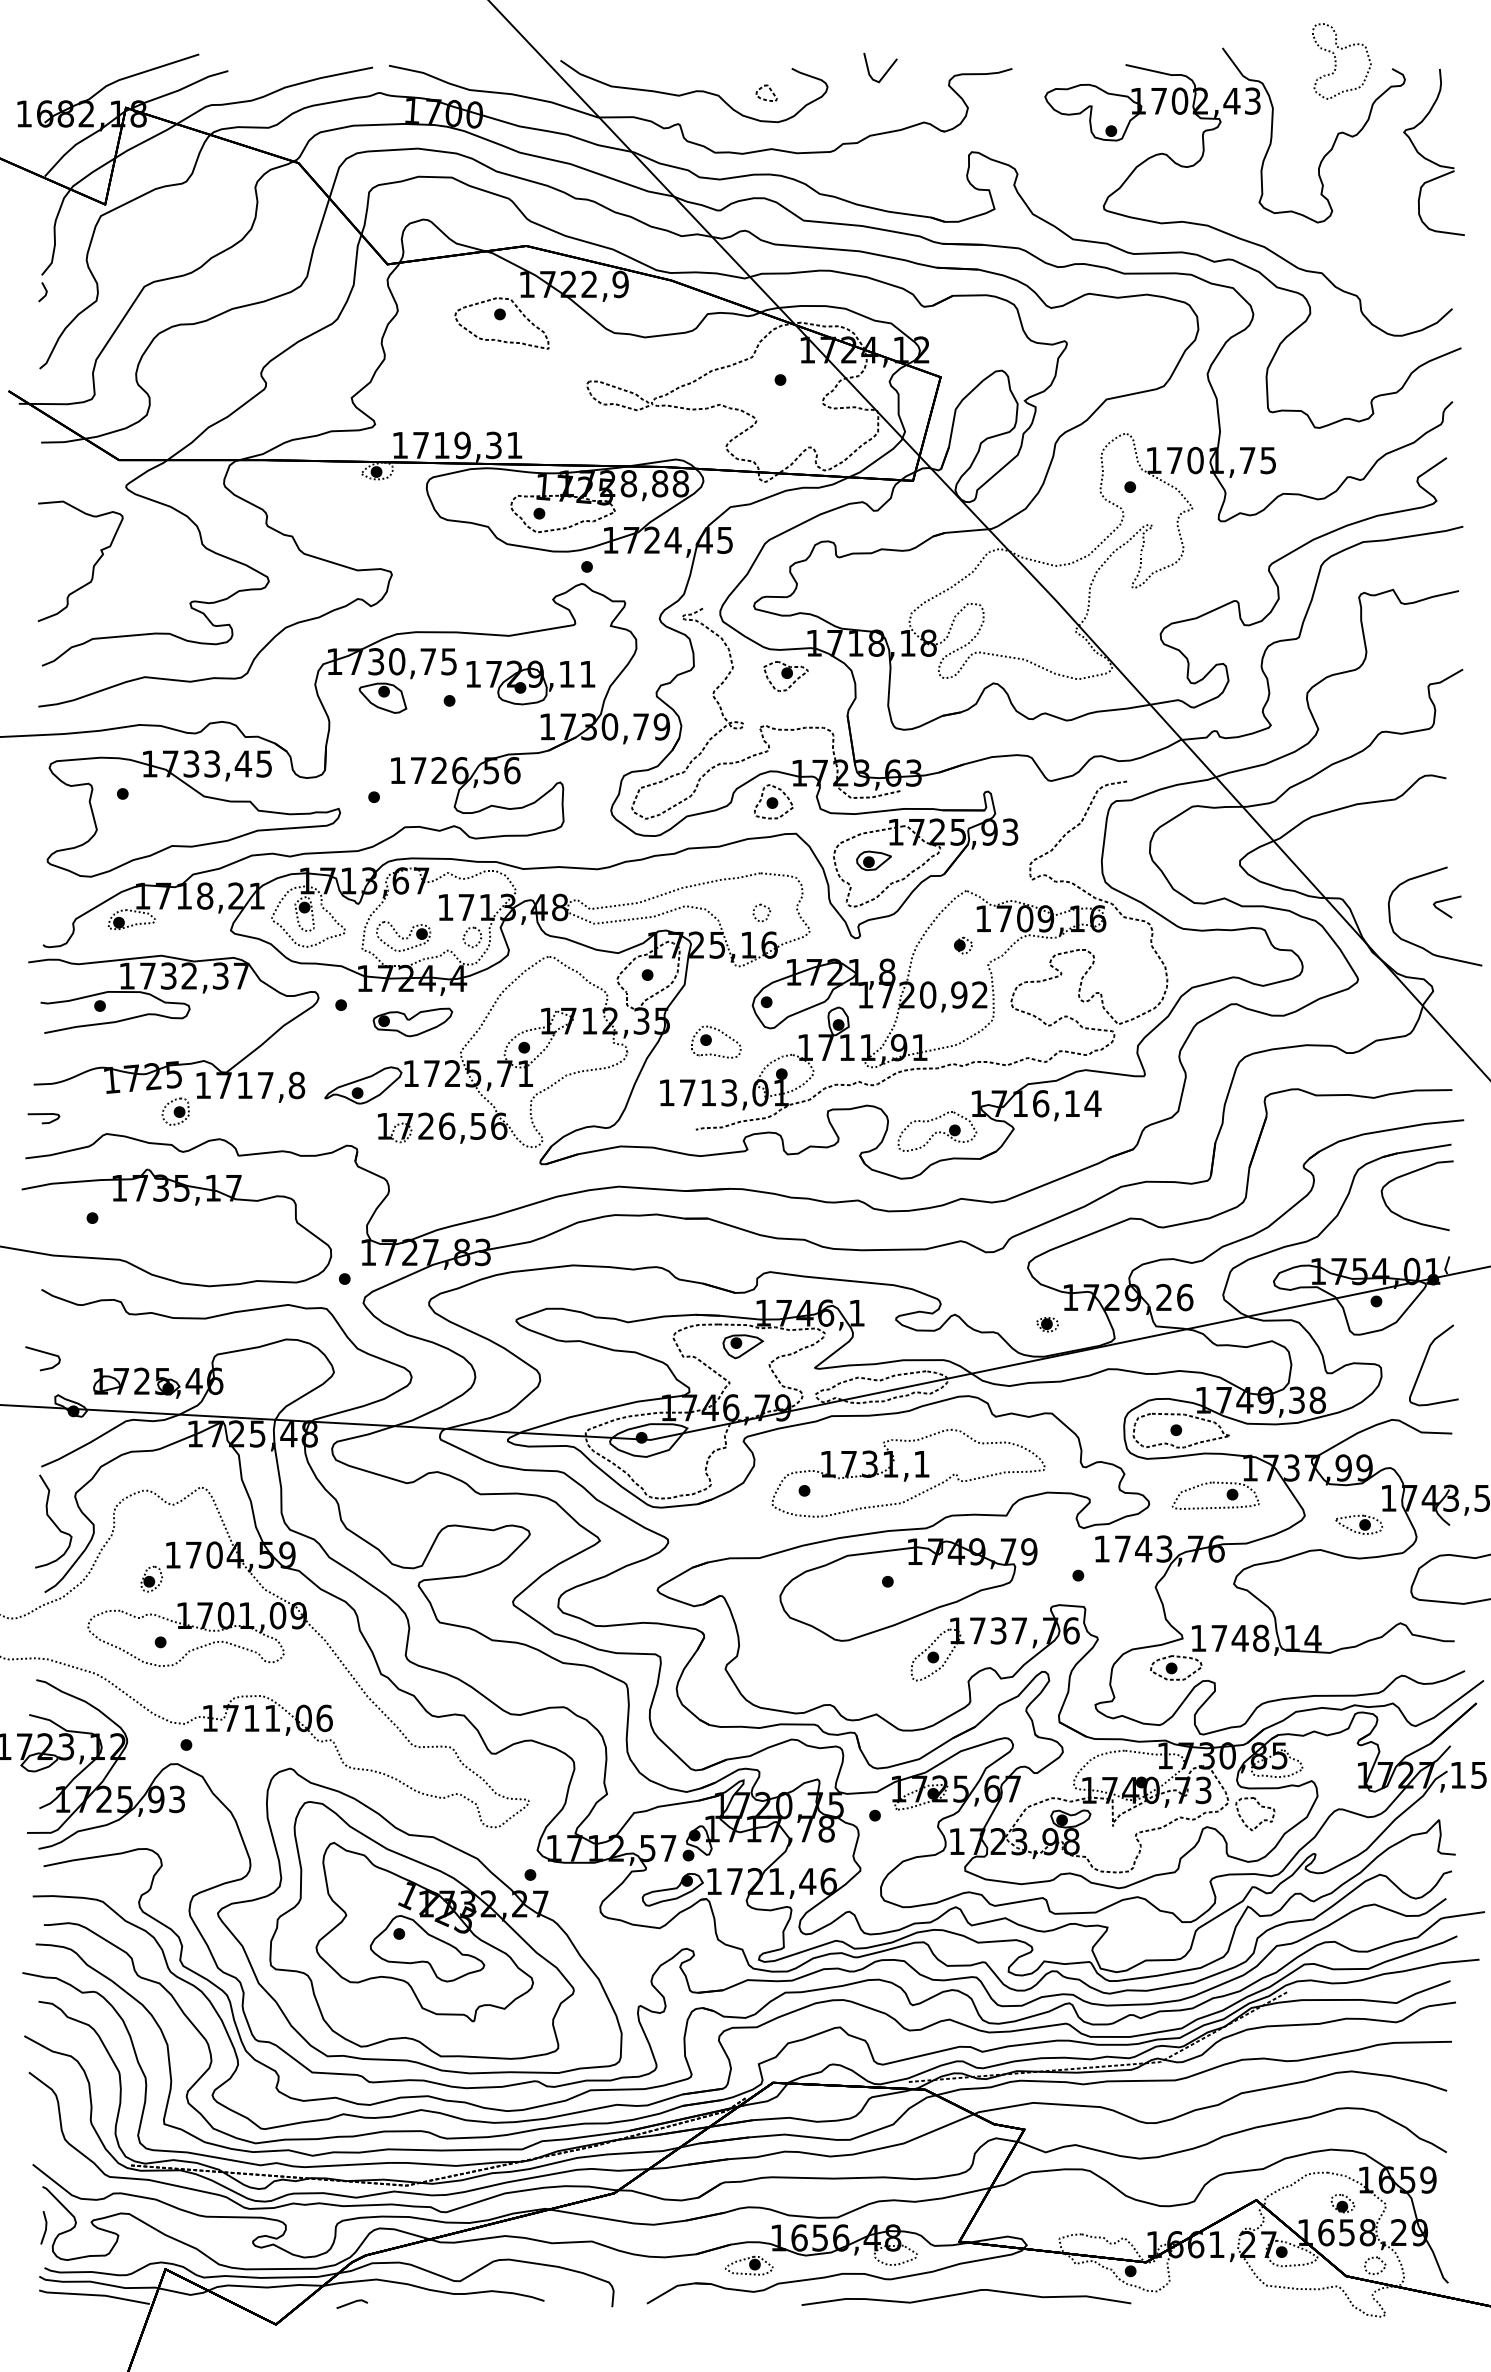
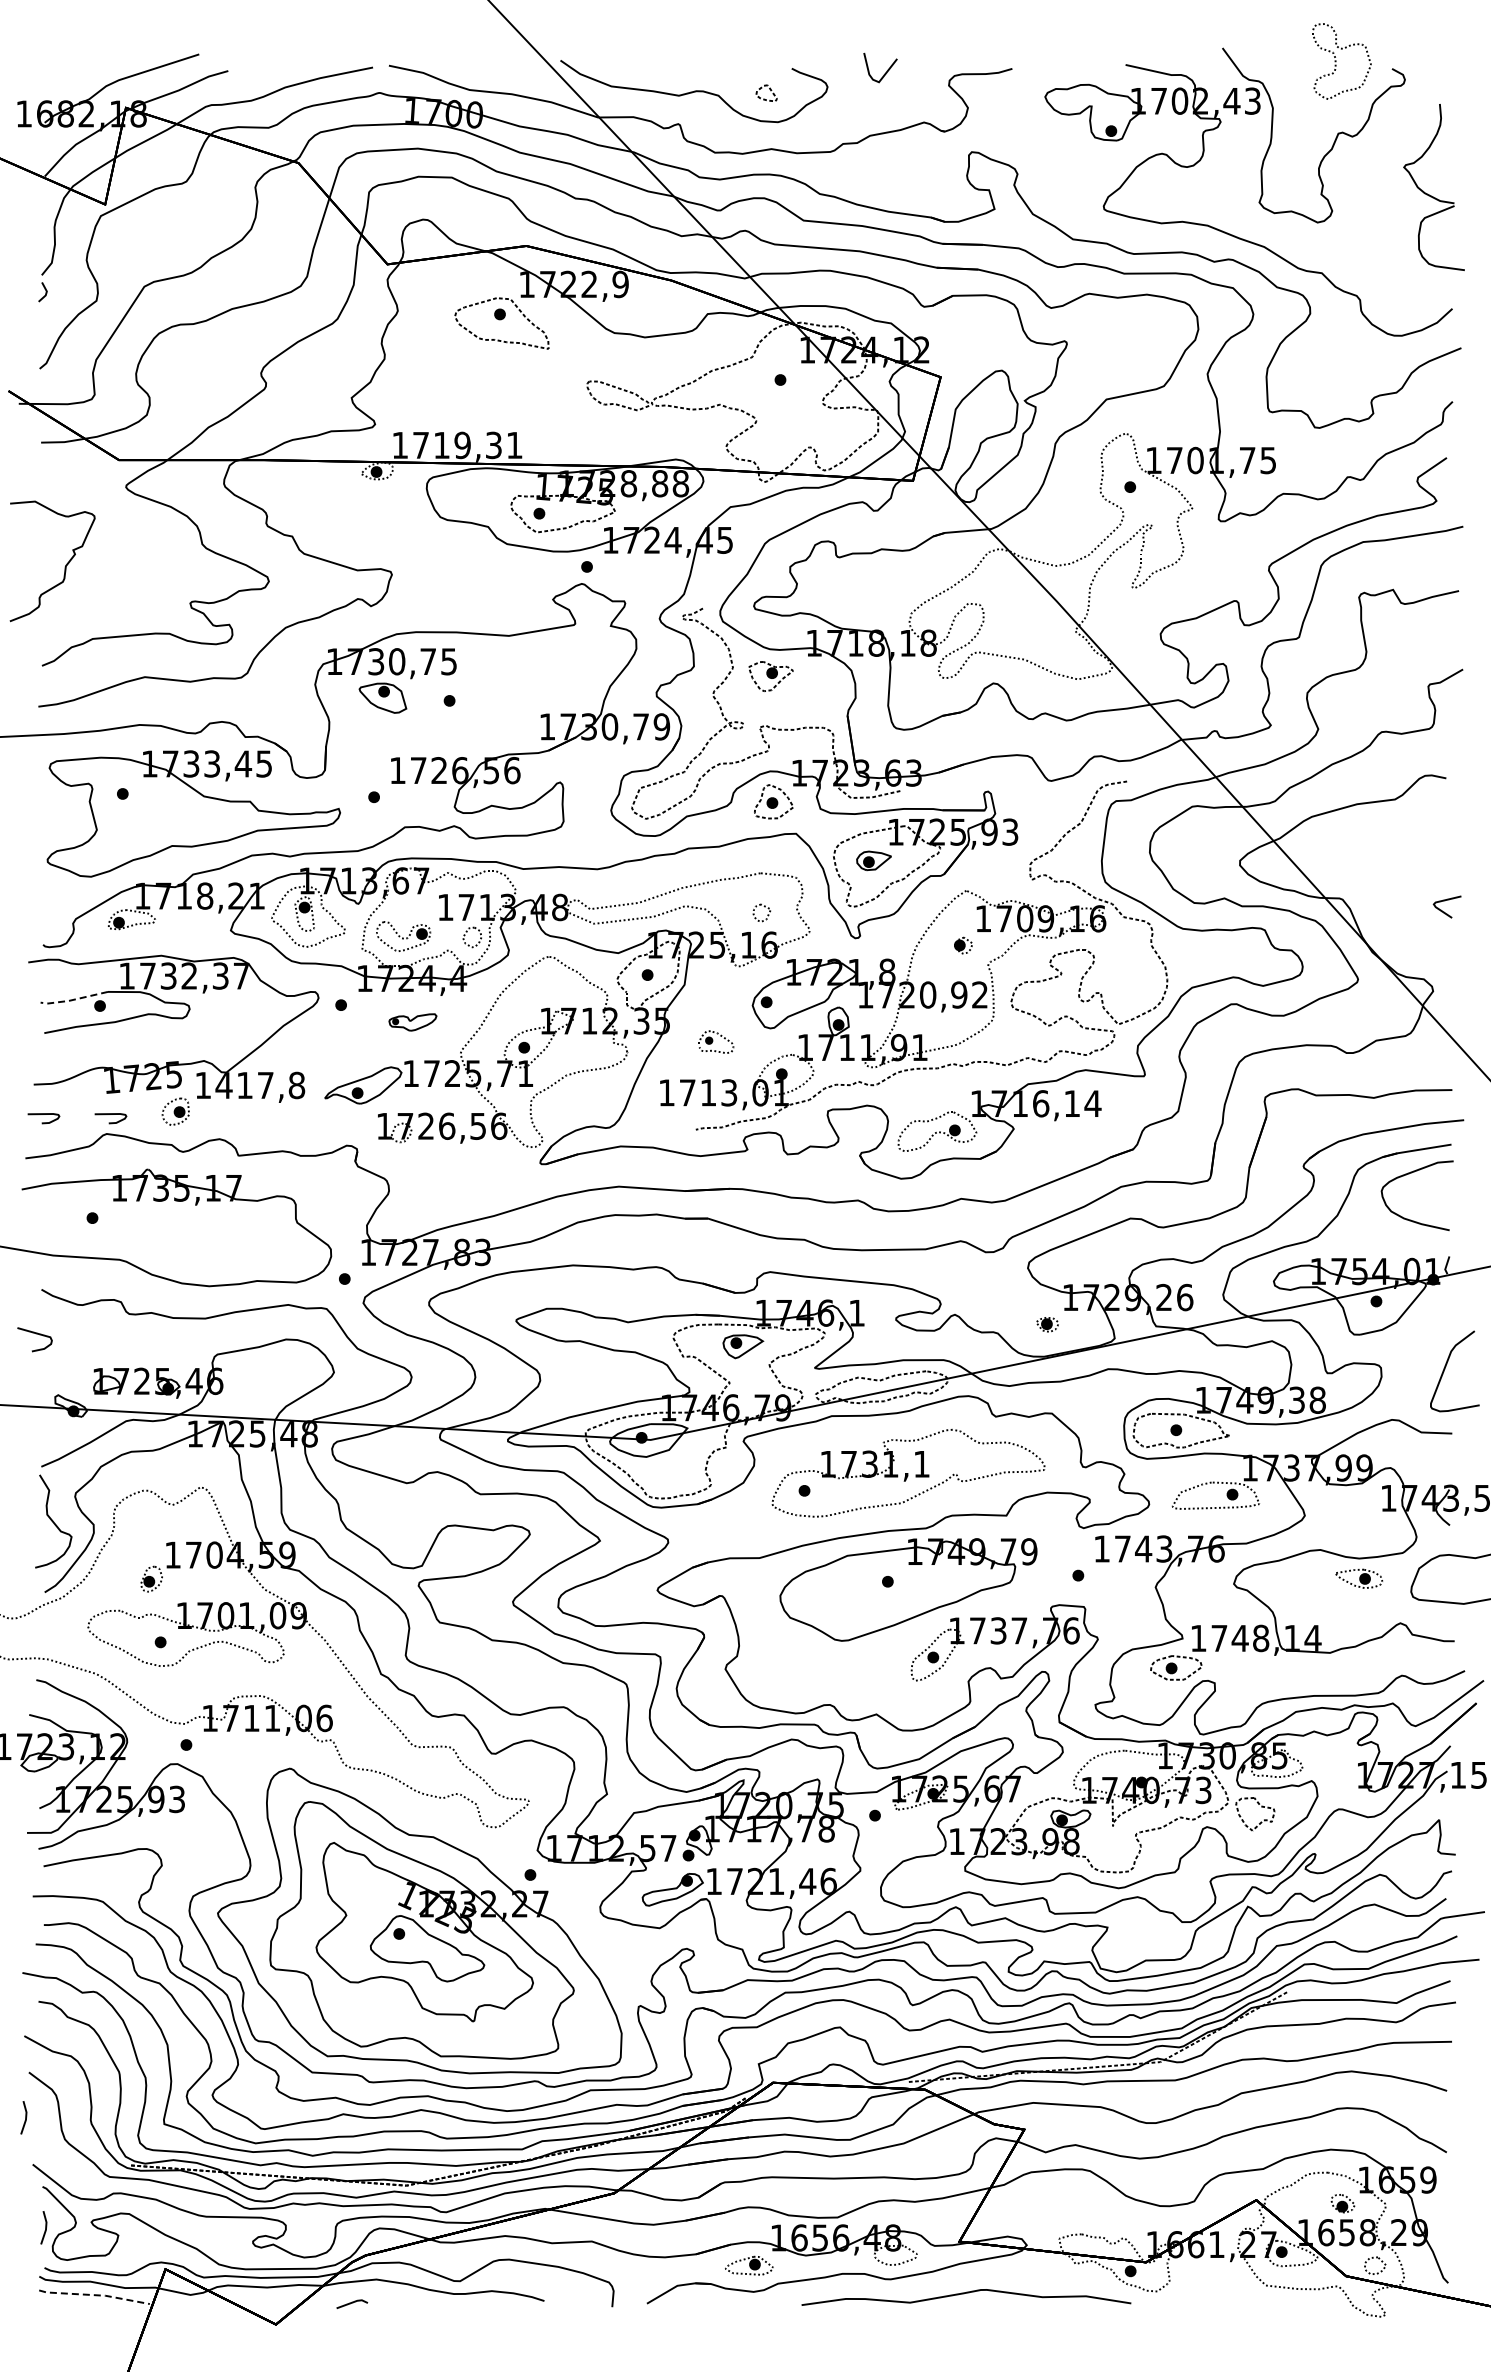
part at (1429, 159) position: (1429, 159) -> (1429, 194)
curve at (92, 567) position: (92, 567) -> (64, 567)
part at (785, 676) position: (785, 676) -> (770, 676)
part at (530, 682): present -> none
curve at (1419, 945): present -> none
line at (72, 1000): solid -> dashed
part at (412, 1022) size: 82x31 px -> 50x19 px
part at (716, 1041) size: 51x34 px -> 37x24 px
text at (223, 1085): 1717,8 -> 1417,8
curve at (110, 1114): none -> present
curve at (44, 1353) position: (44, 1353) -> (36, 1334)
curve at (1424, 1363) position: (1424, 1363) -> (1445, 1369)
part at (1358, 1524) position: (1358, 1524) -> (1358, 1578)
line at (25, 2117): none -> present
line at (95, 2295): solid -> dashed
